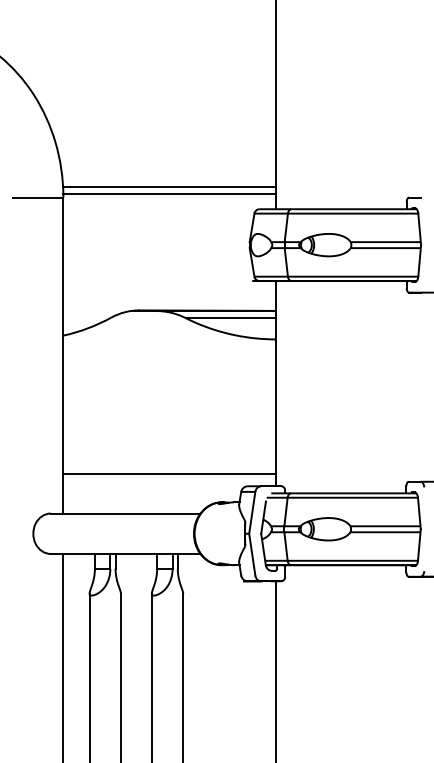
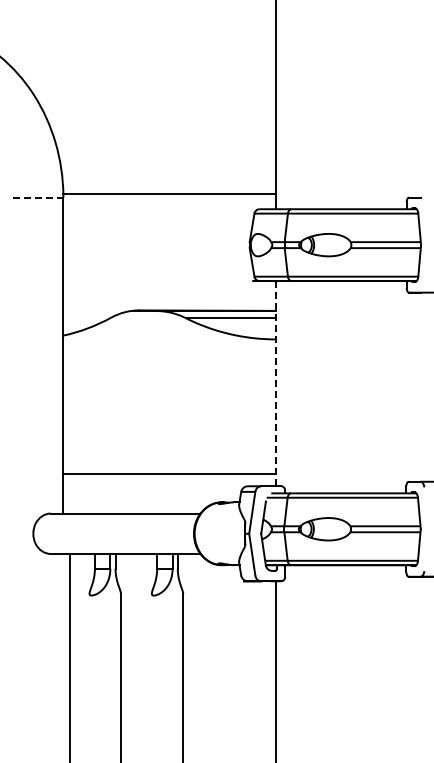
line at (169, 186): present -> none
line at (38, 197): solid -> dashed
line at (275, 383): solid -> dashed
line at (63, 656) position: (63, 656) -> (70, 656)
line at (89, 676): present -> none
line at (151, 676): present -> none
